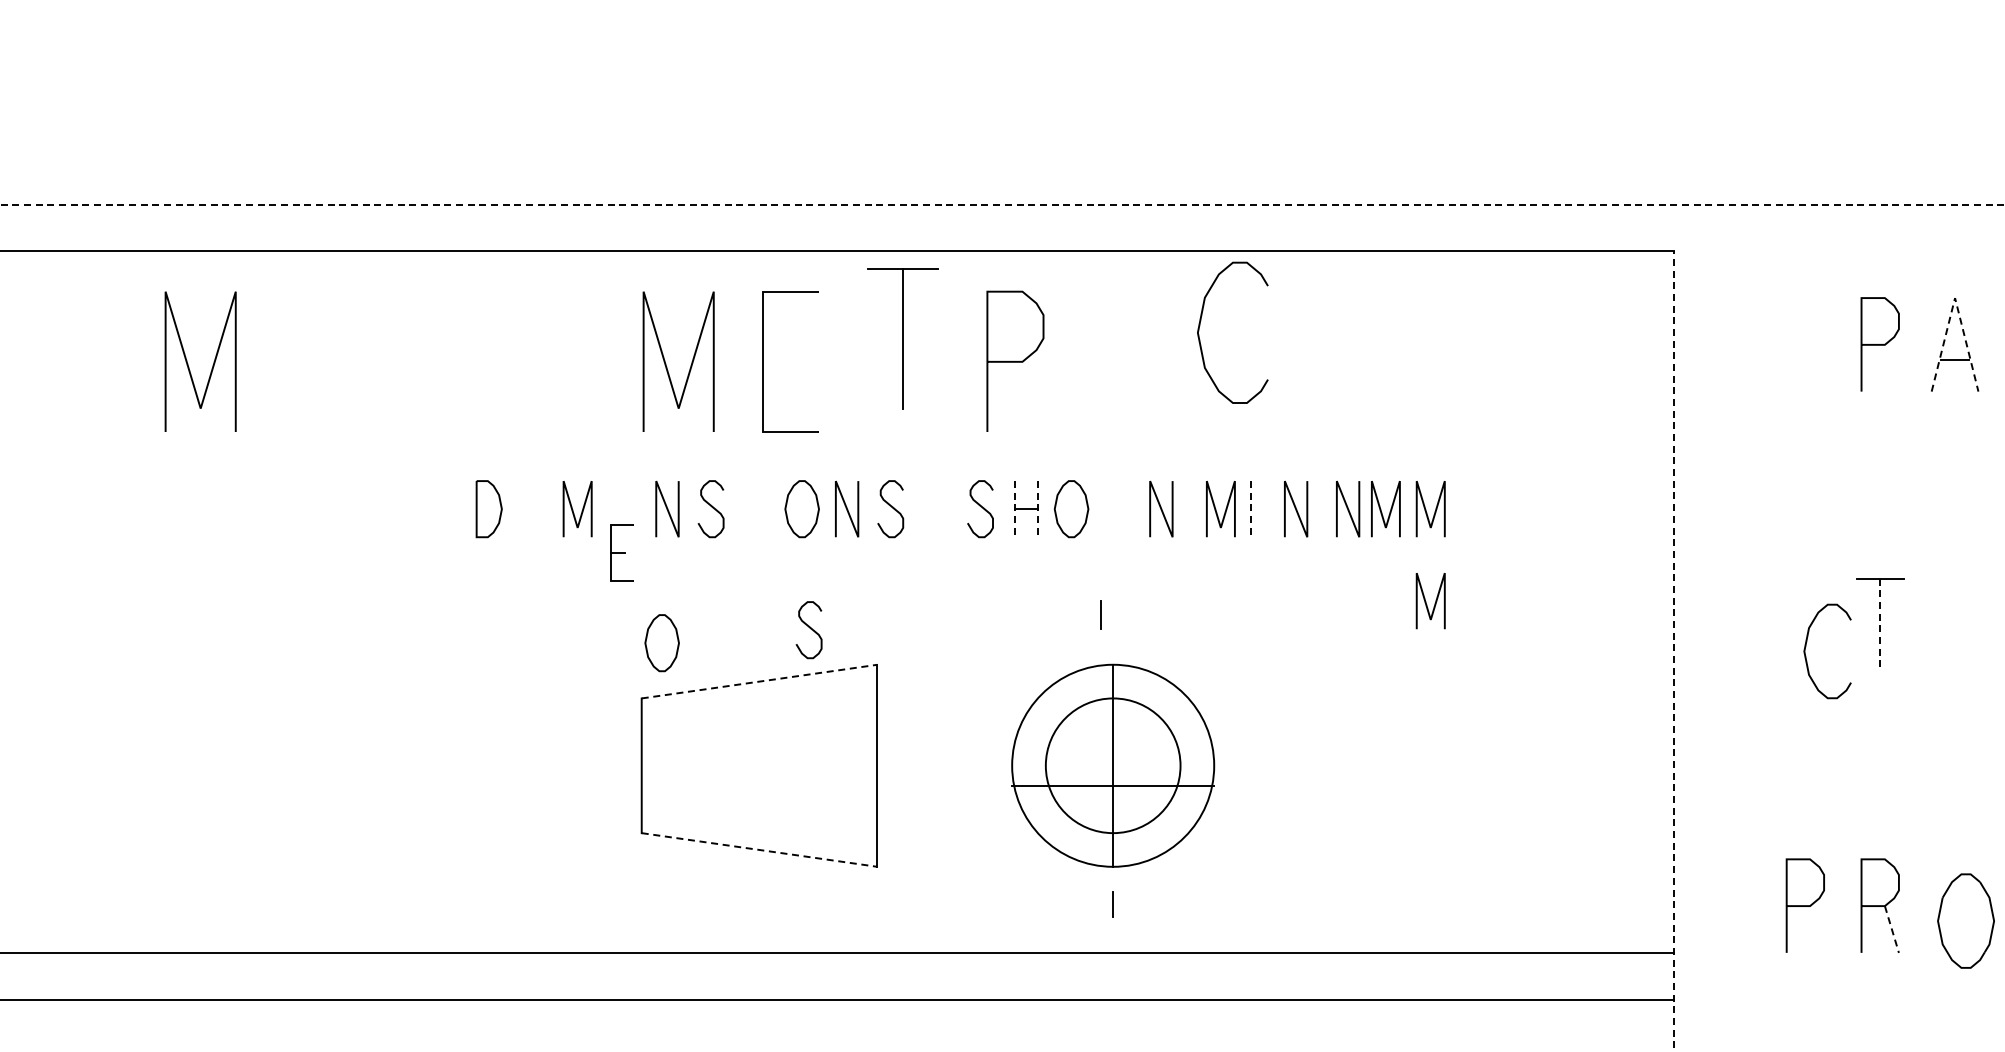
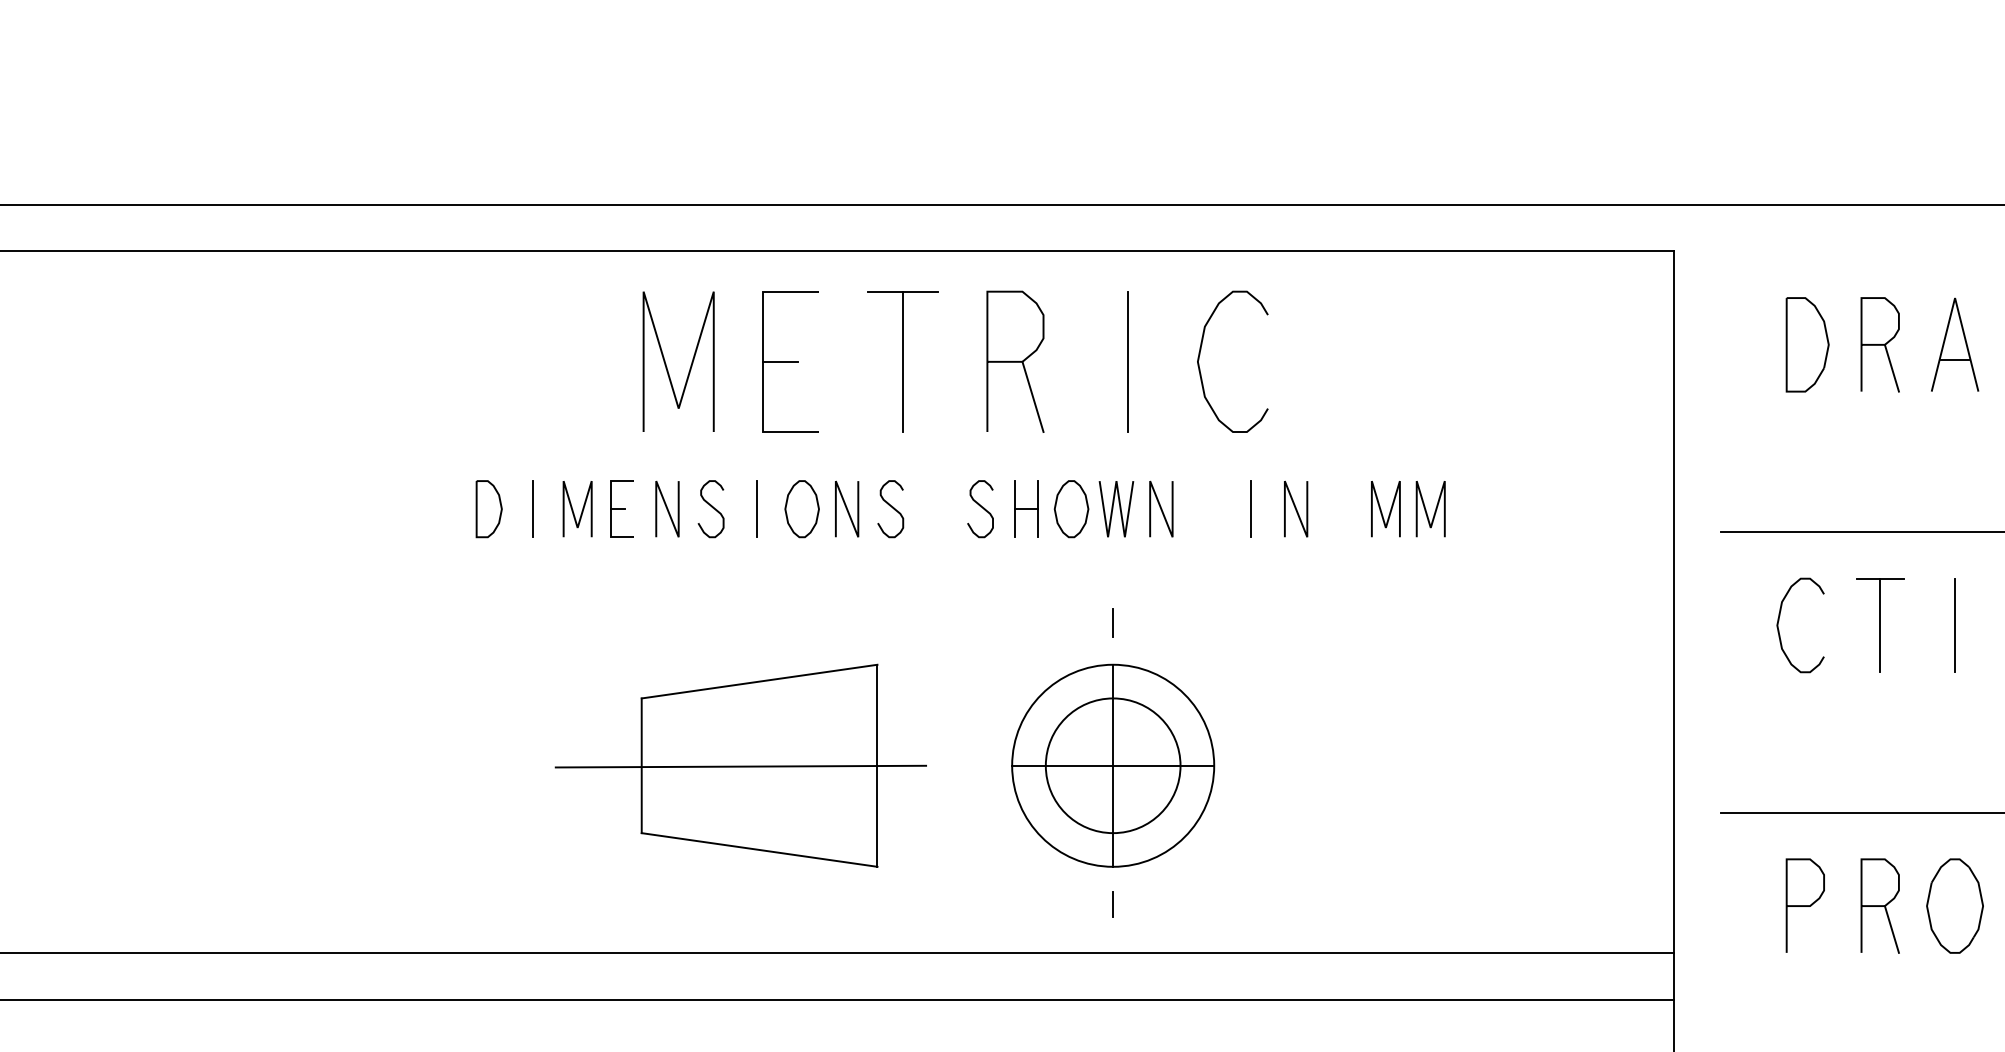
line at (1002, 204): dashed -> solid
line at (1955, 298): dashed -> solid
curve at (1200, 326) position: (1200, 326) -> (1200, 355)
part at (902, 338) position: (902, 338) -> (902, 361)
part at (1807, 344): none -> present
line at (779, 361): none -> present
line at (1127, 361): none -> present
line at (188, 363): present -> none
line at (1891, 367): none -> present
line at (1032, 396): none -> present
line at (1348, 508): present -> none
line at (532, 509): none -> present
line at (757, 509): none -> present
line at (1015, 509): dashed -> solid
line at (1037, 509): dashed -> solid
line at (1113, 509): none -> present
line at (1216, 509): present -> none
line at (1251, 509): dashed -> solid
line at (1861, 531): none -> present
part at (621, 552) position: (621, 552) -> (621, 508)
line at (1426, 601): present -> none
line at (1100, 614) position: (1100, 614) -> (1112, 622)
line at (1880, 625): dashed -> solid
line at (1955, 625): none -> present
curve at (809, 628): present -> none
part at (661, 643): present -> none
curve at (1806, 647) position: (1806, 647) -> (1779, 621)
line at (1674, 651): dashed -> solid
line at (760, 681): dashed -> solid
line at (740, 766): none -> present
line at (1113, 785) position: (1113, 785) -> (1113, 765)
line at (1861, 812): none -> present
line at (760, 850): dashed -> solid
part at (1965, 920) position: (1965, 920) -> (1954, 905)
line at (1892, 929): dashed -> solid
